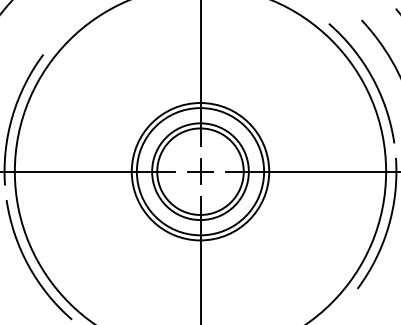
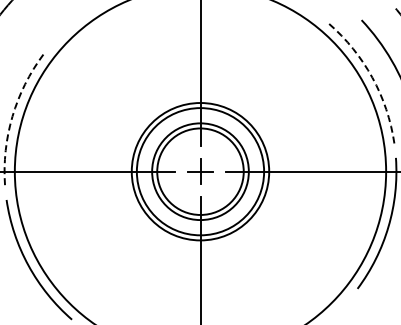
arc at (372, 77): solid -> dashed
arc at (12, 116): solid -> dashed
